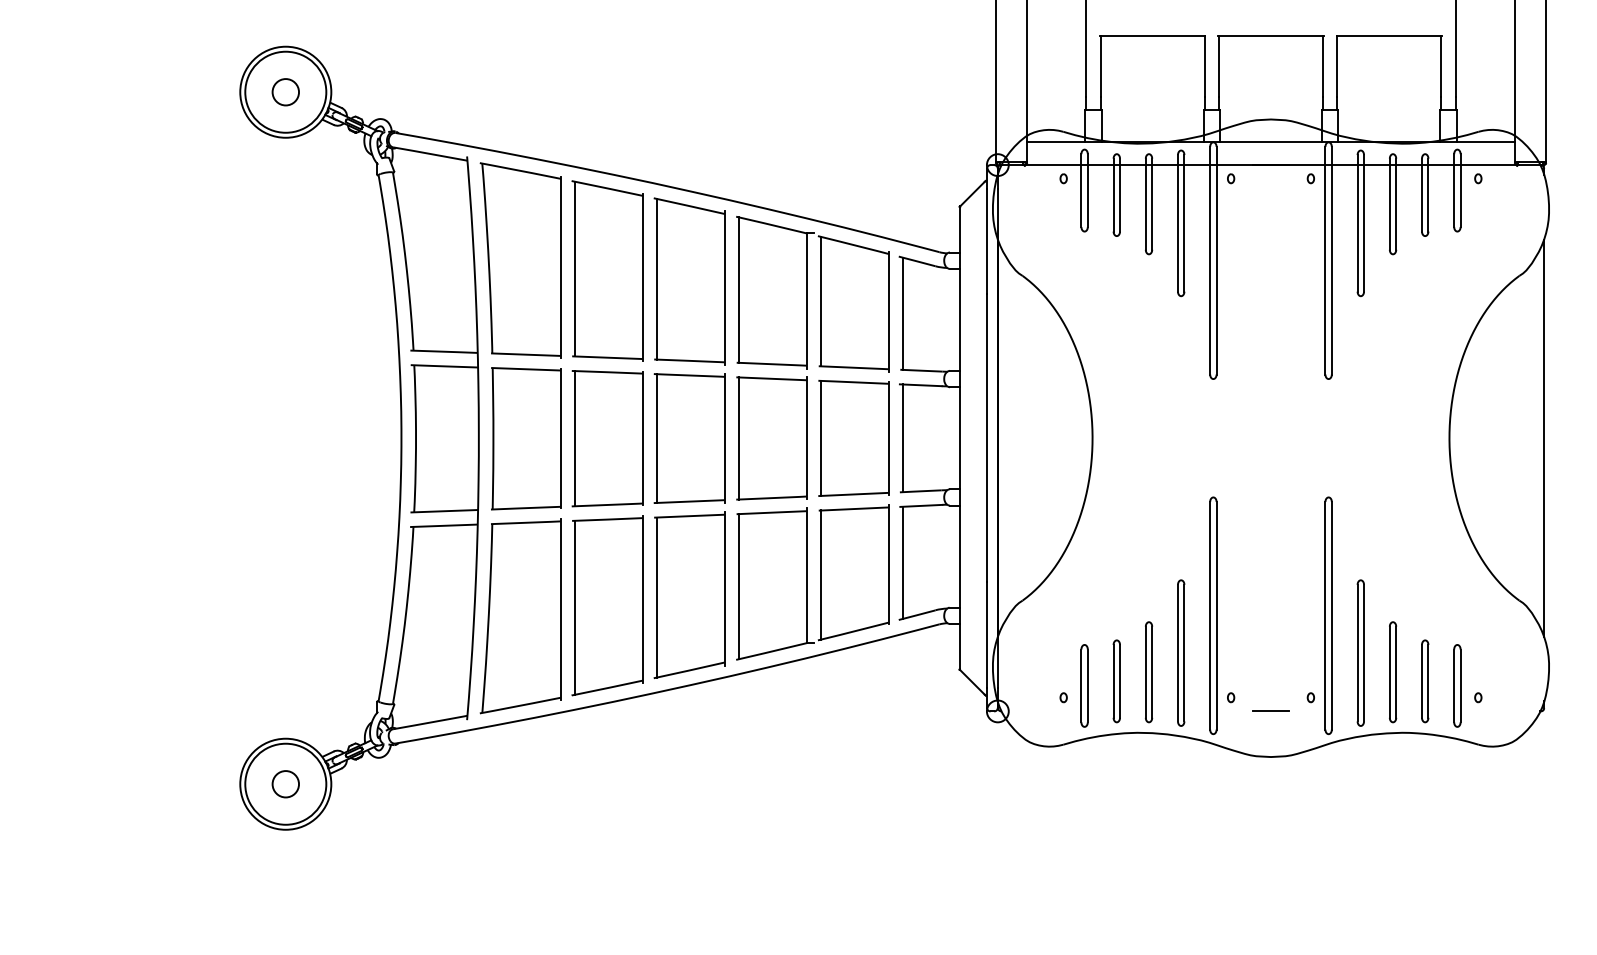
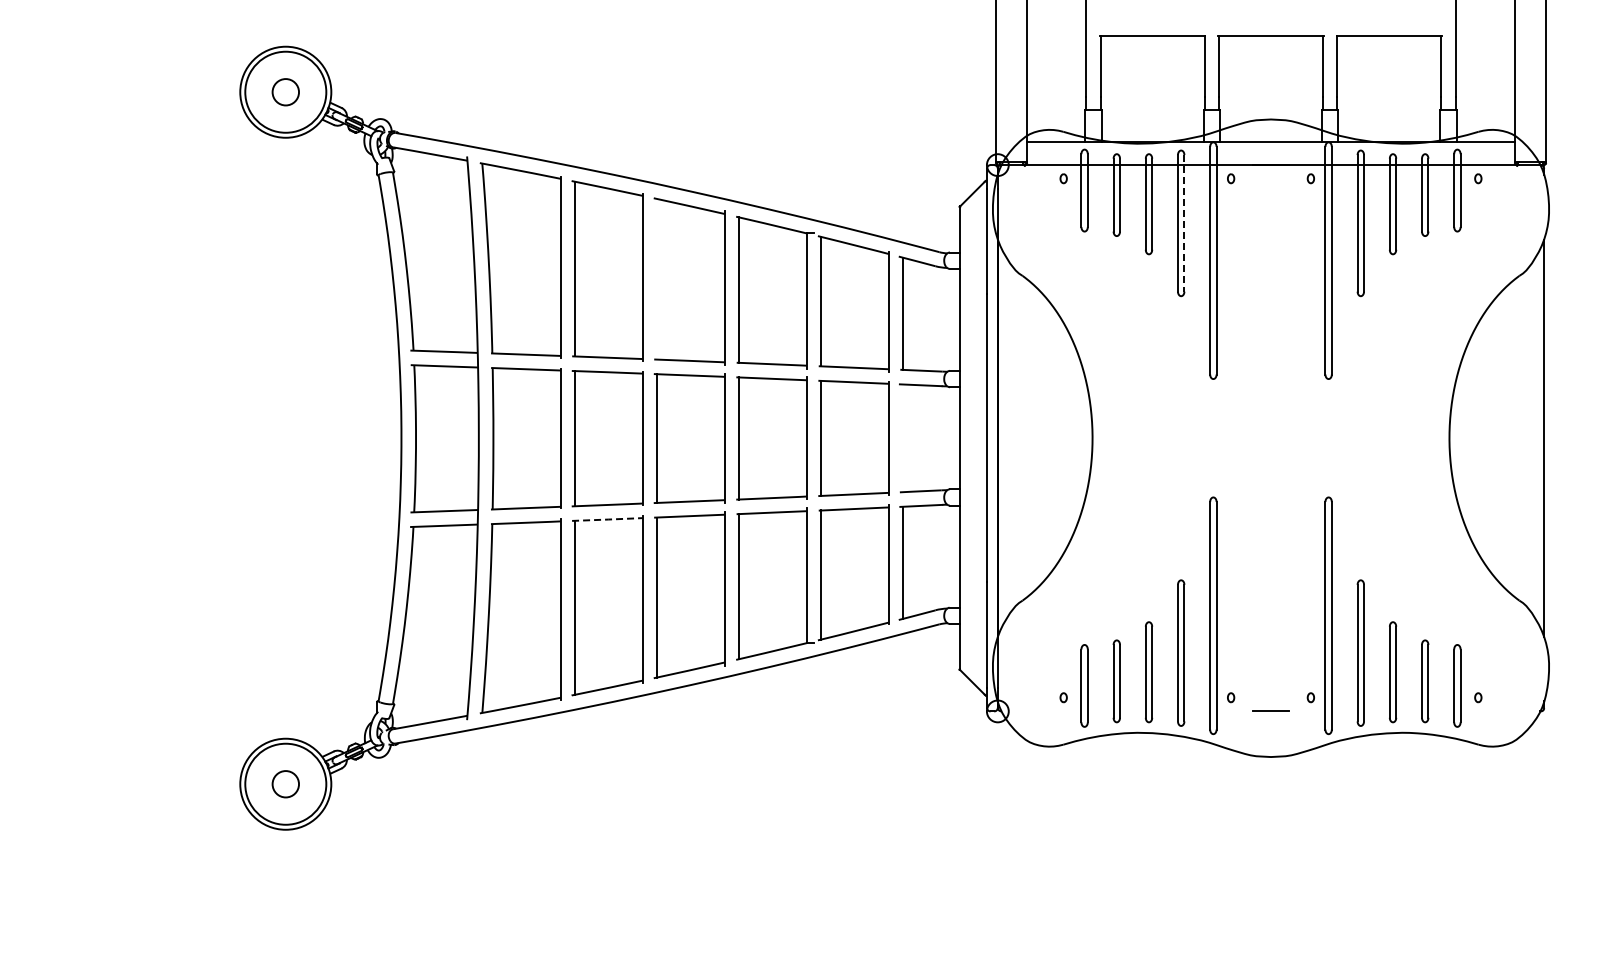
line at (1184, 223): solid -> dashed
line at (657, 279): present -> none
line at (903, 438): present -> none
line at (608, 519): solid -> dashed
